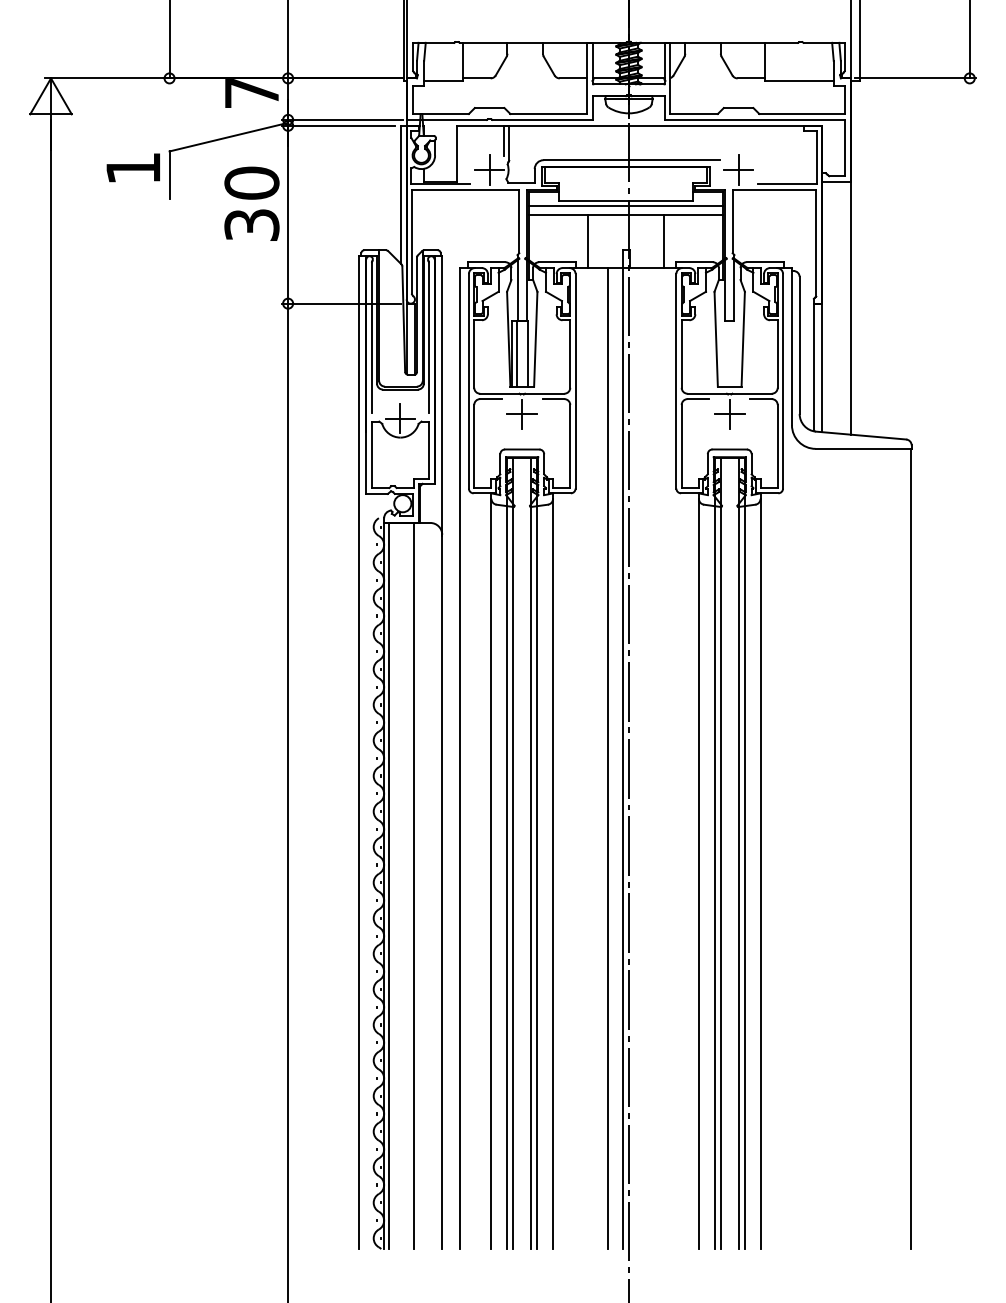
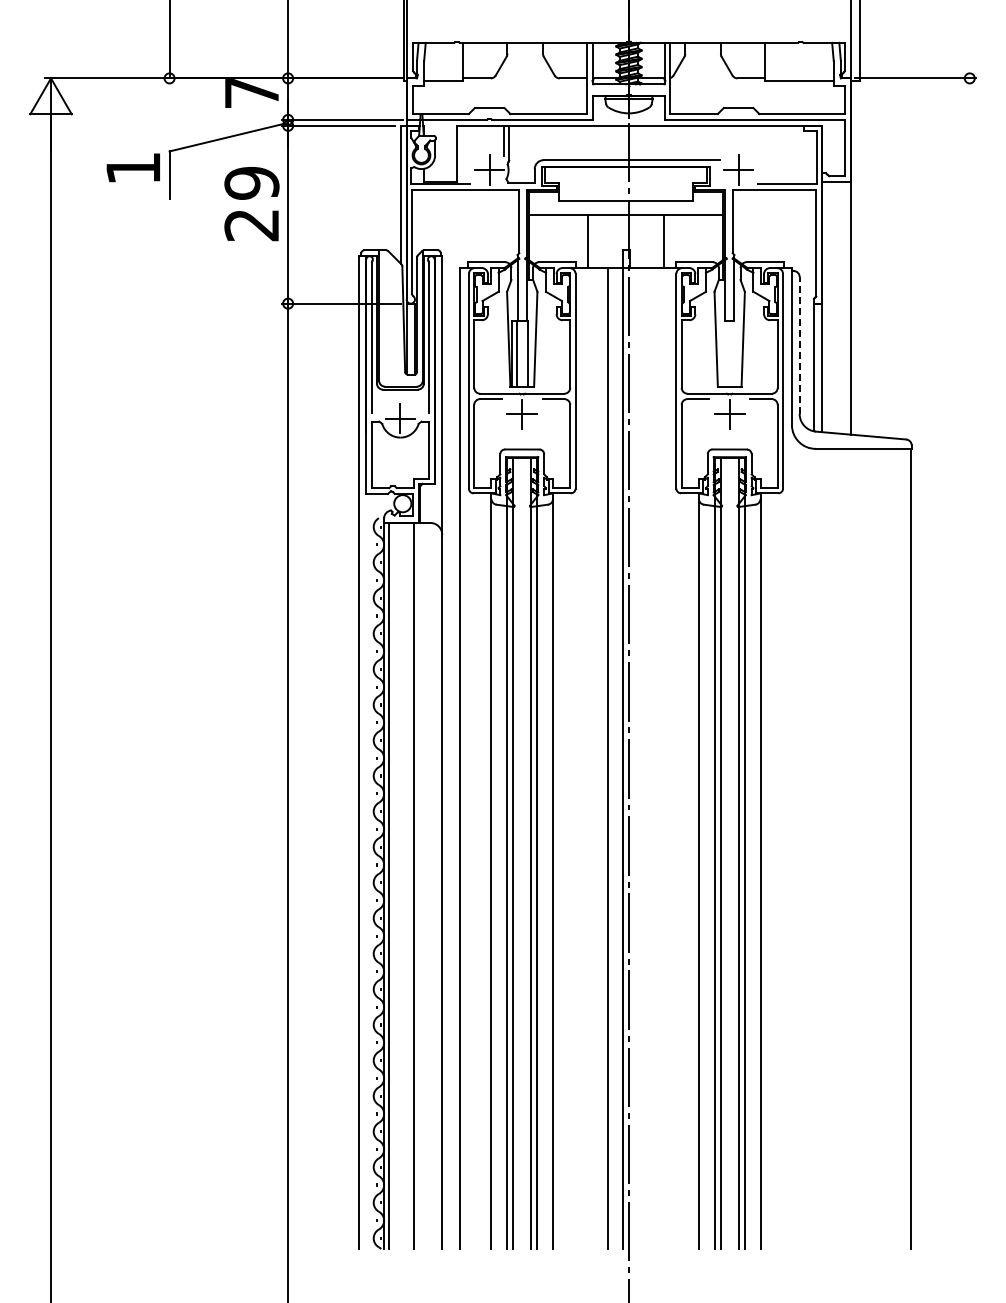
line at (969, 40): present -> none
text at (251, 203): 30 -> 29
line at (625, 206): present -> none
line at (799, 344): solid -> dashed
